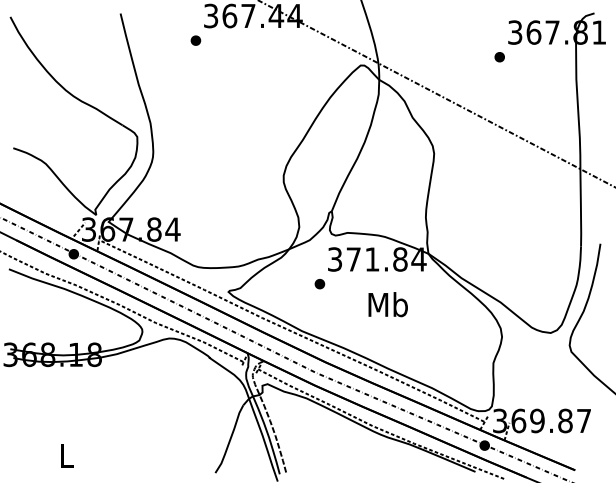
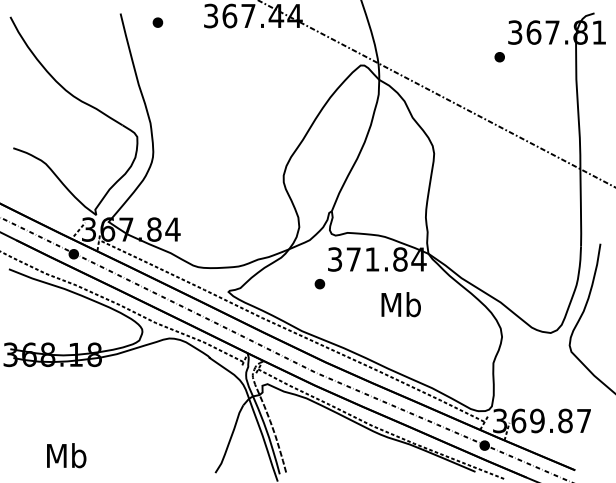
part at (195, 40) position: (195, 40) -> (157, 22)
text at (387, 304) position: (387, 304) -> (400, 304)
text at (66, 455): L -> Mb
